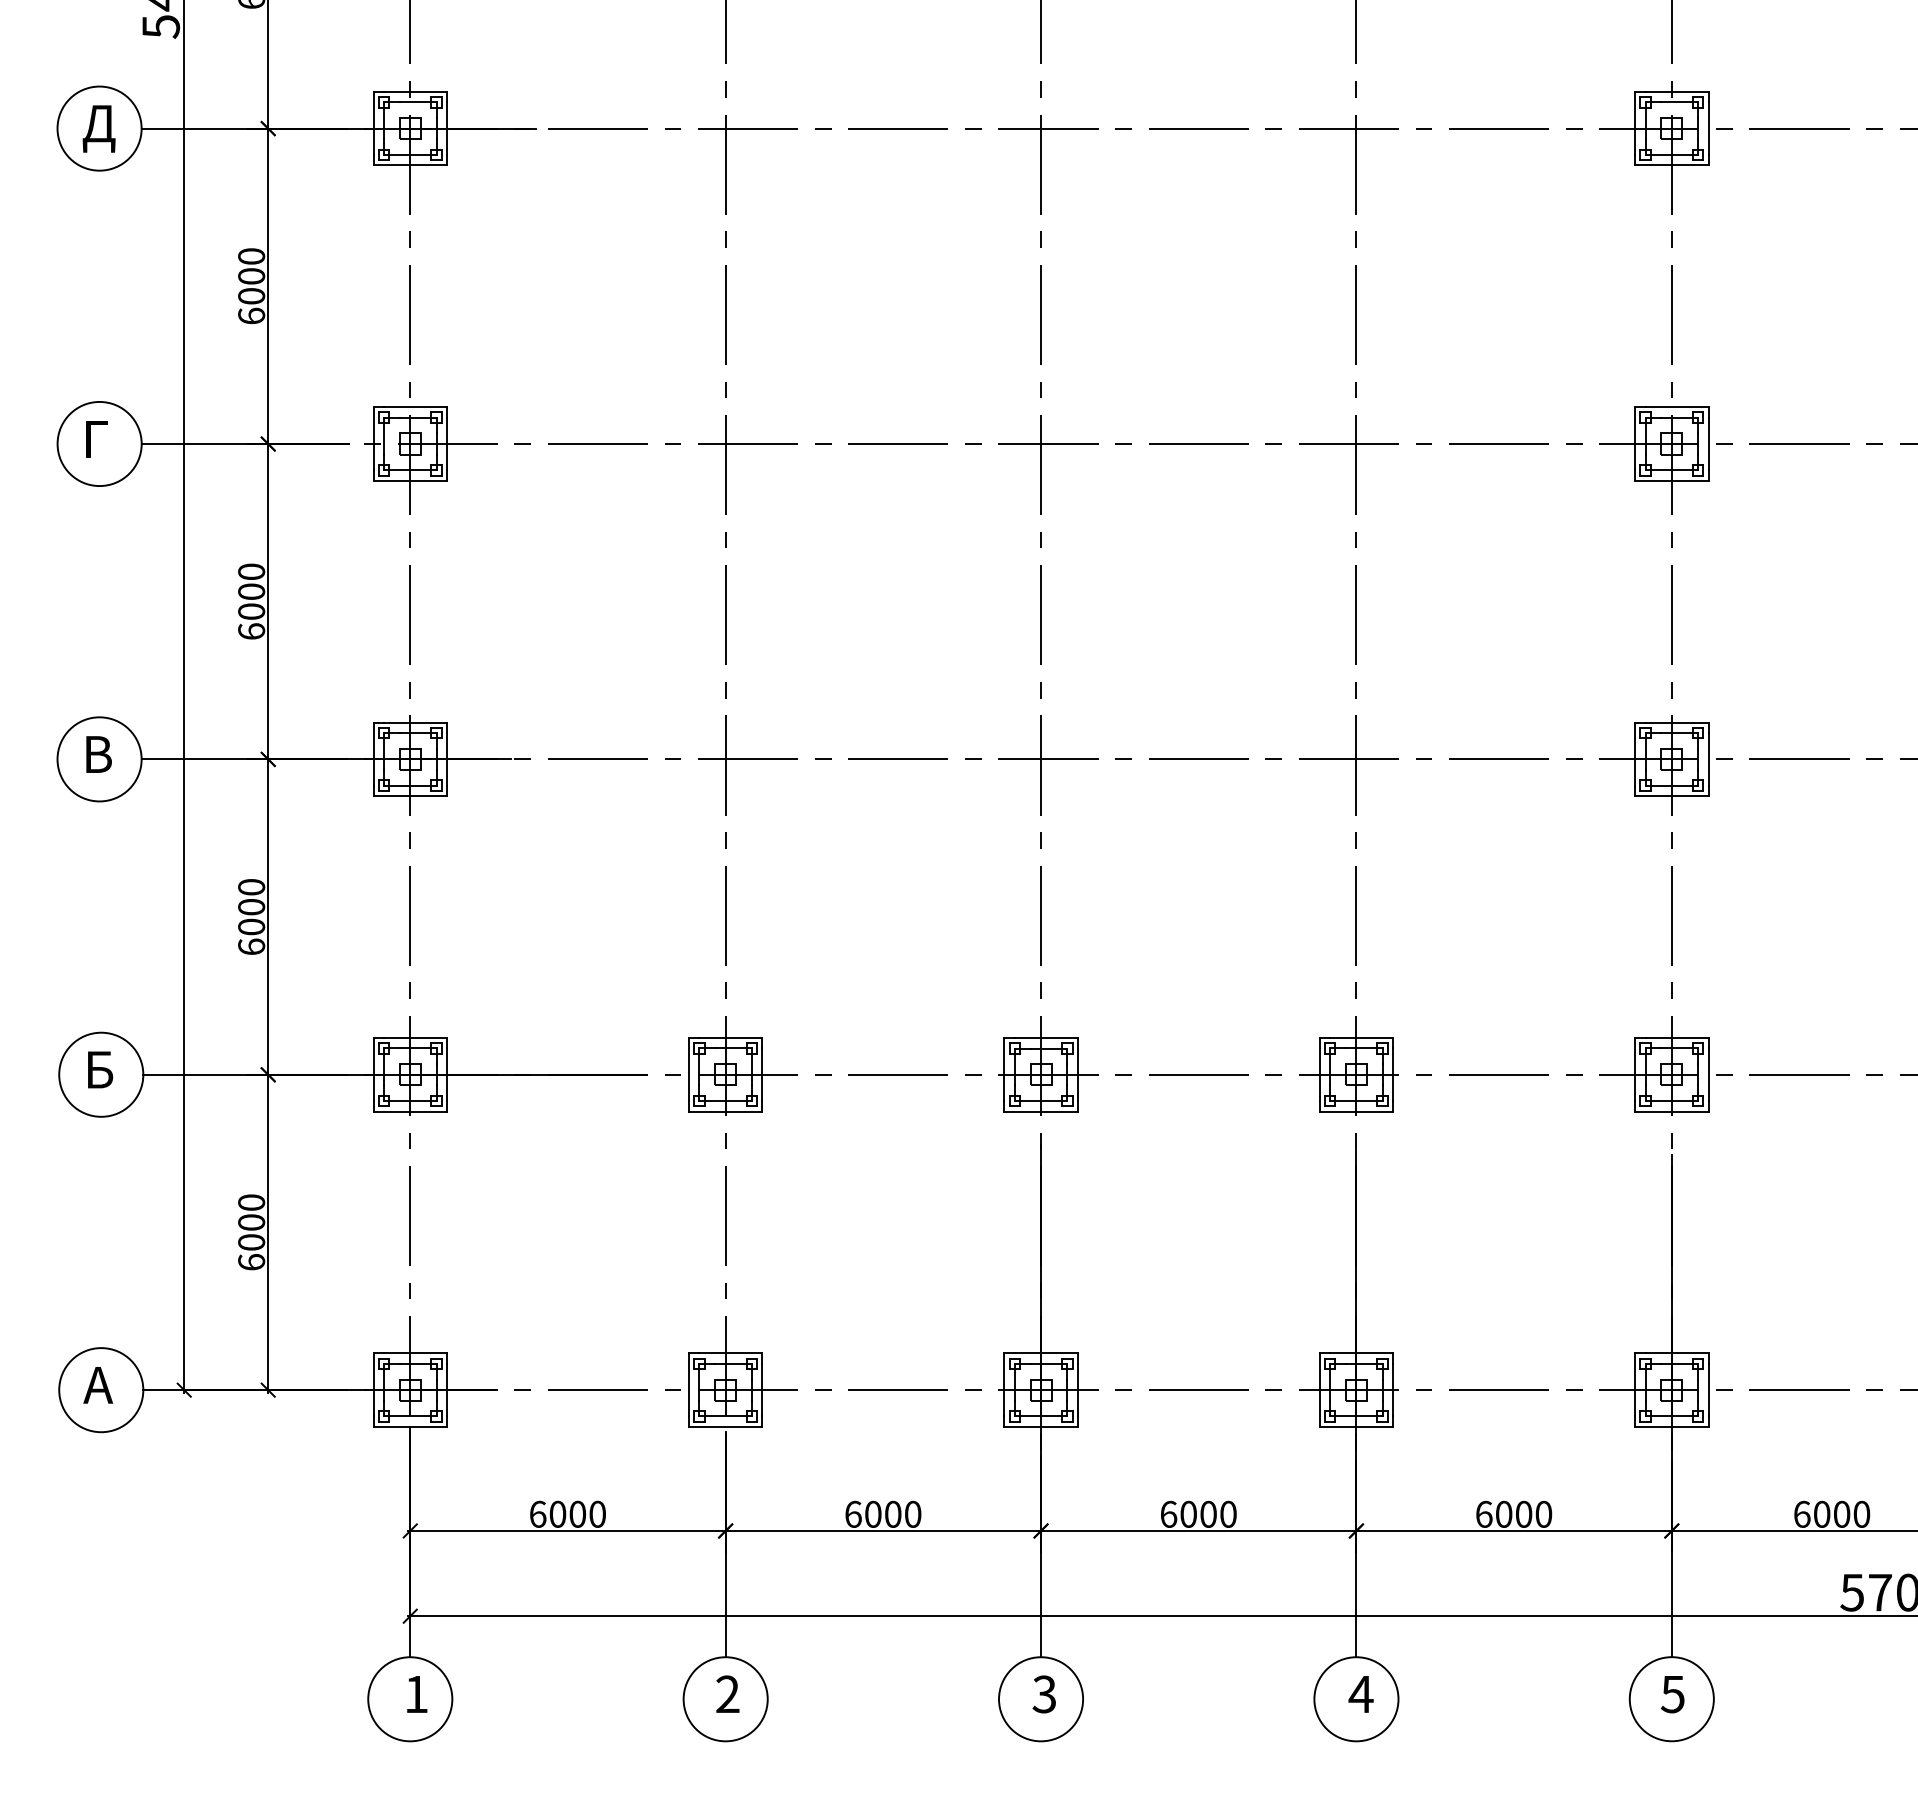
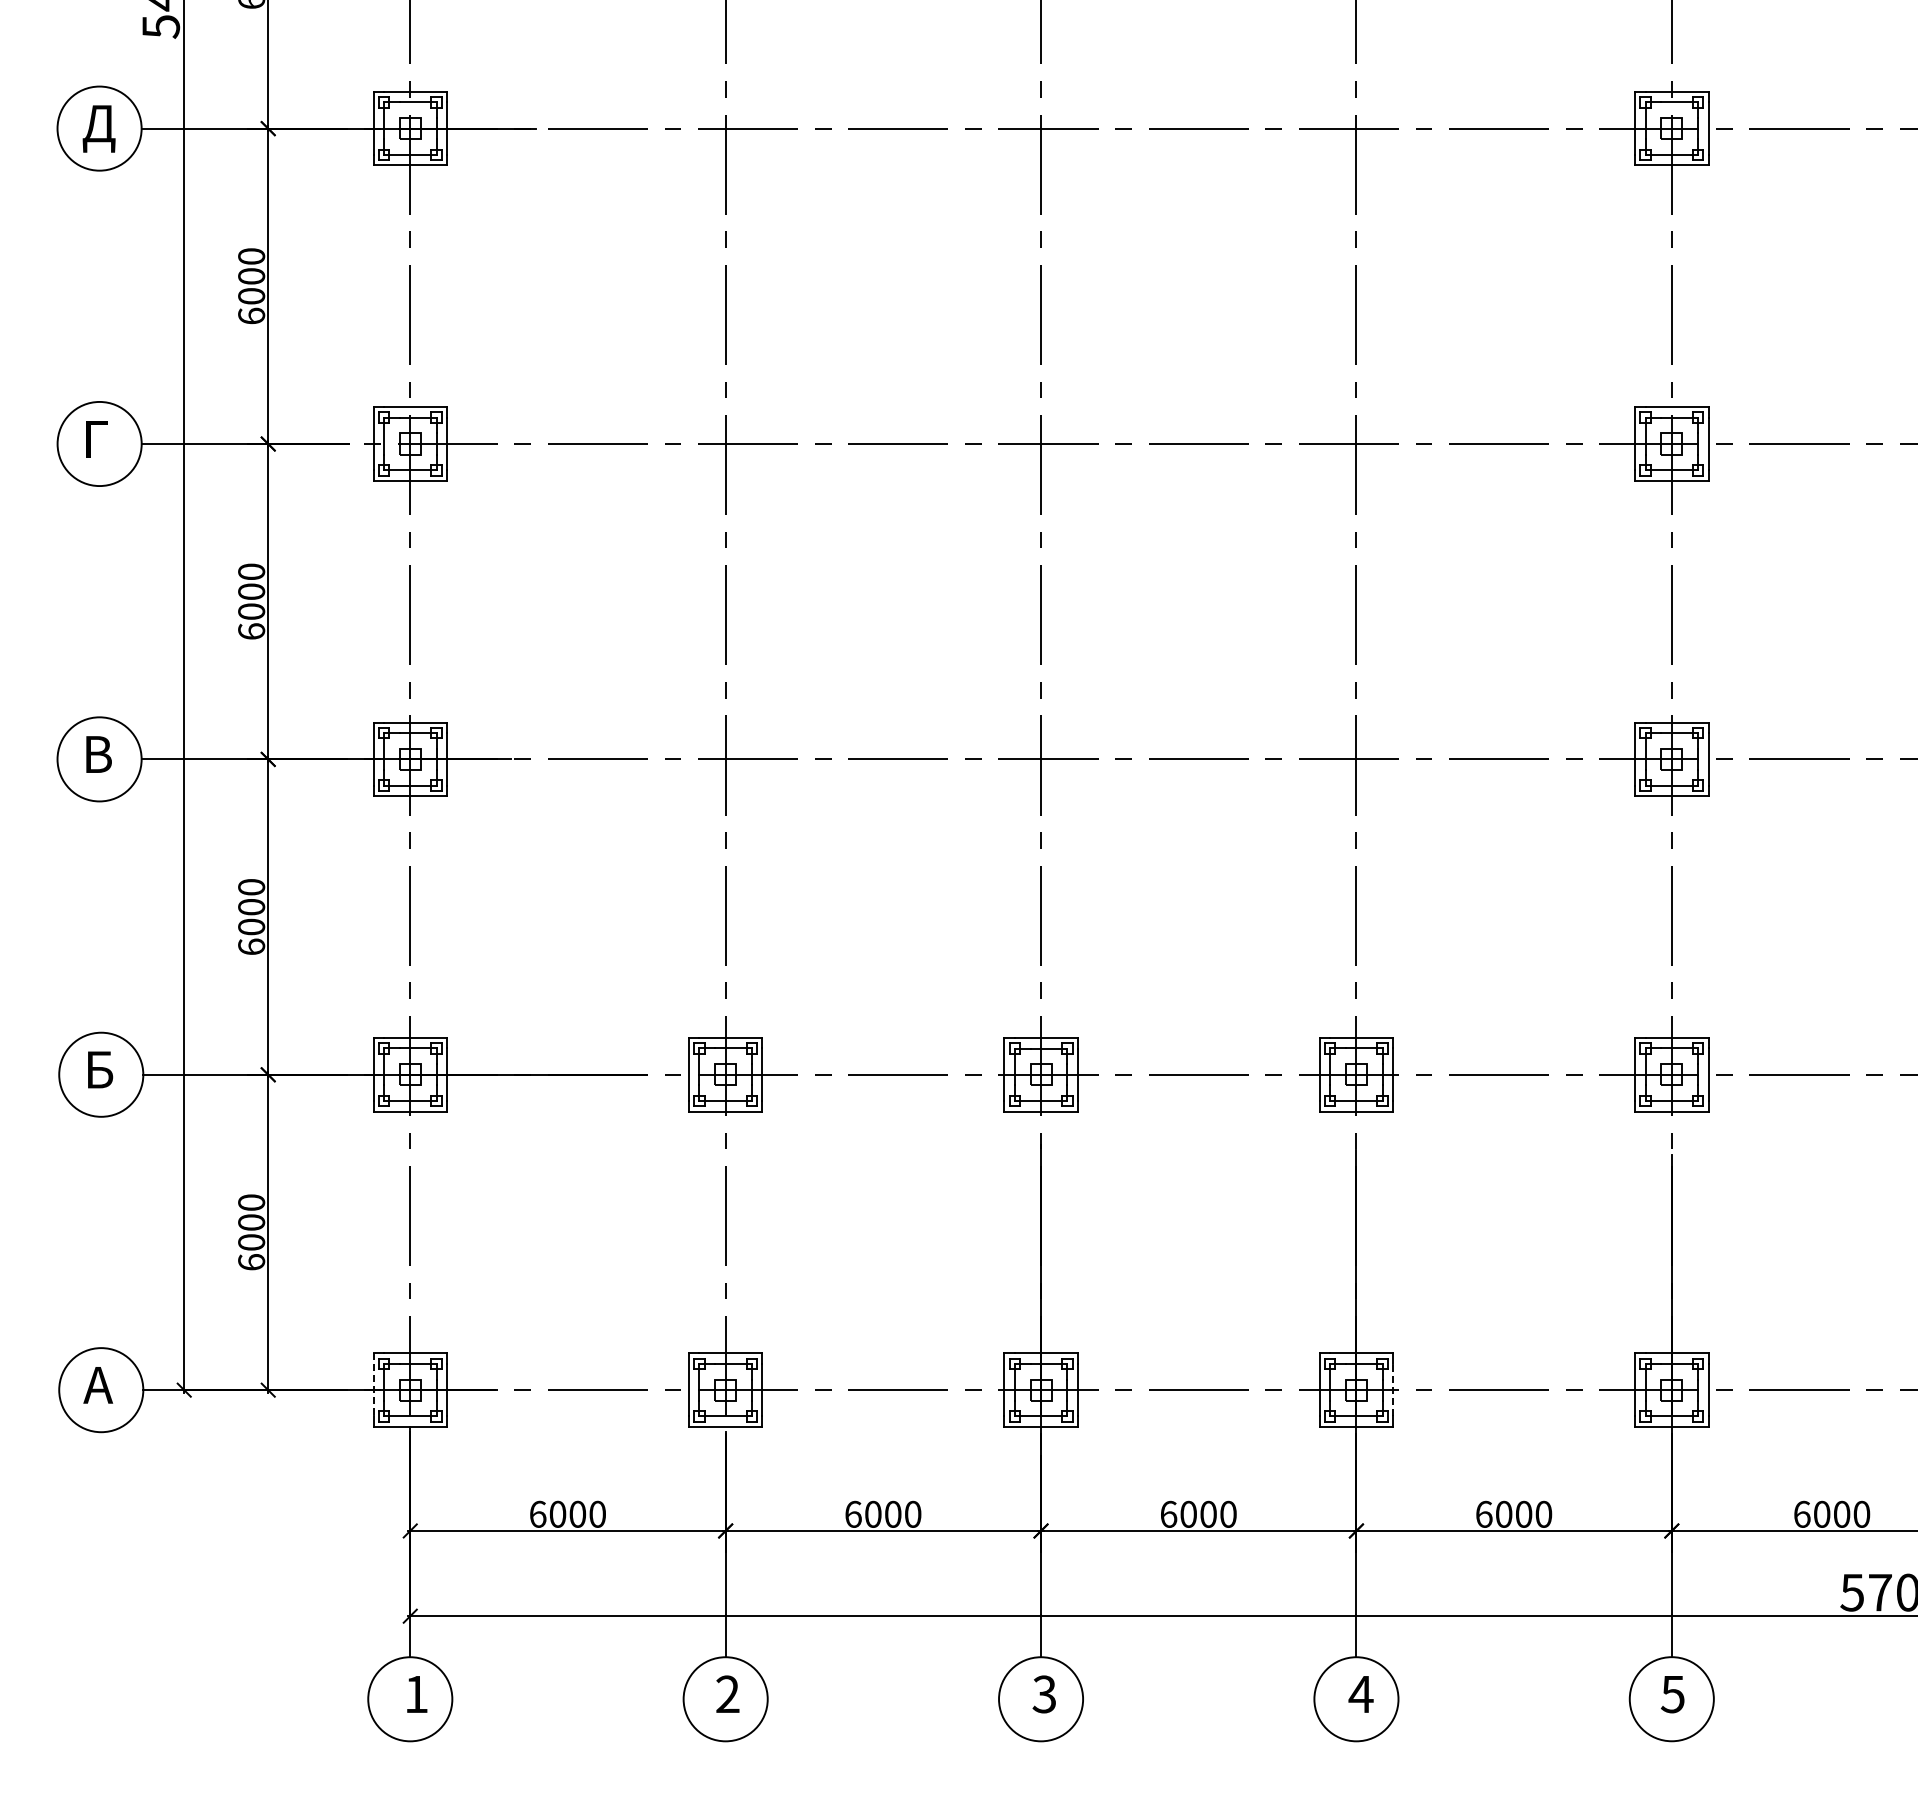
line at (373, 1384): solid -> dashed
line at (1393, 1389): solid -> dashed
